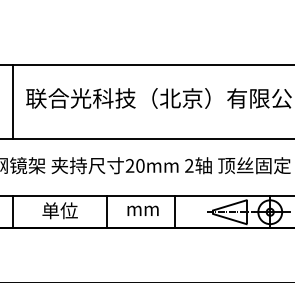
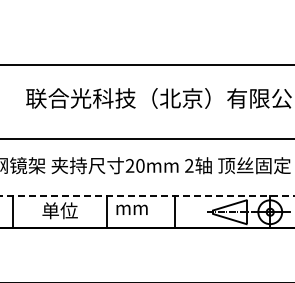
line at (13, 101): present -> none
line at (147, 196): solid -> dashed
text at (142, 210) position: (142, 210) -> (131, 209)
